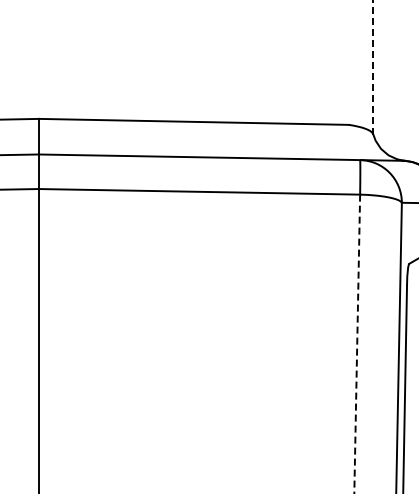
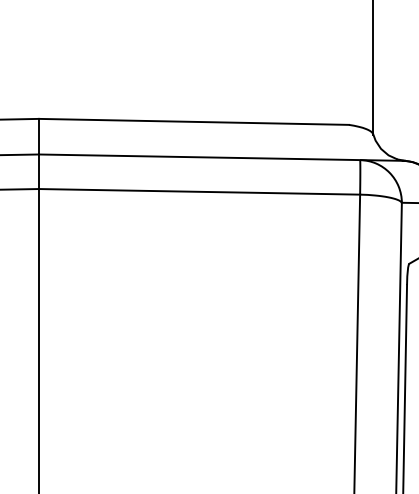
line at (373, 67): dashed -> solid
line at (357, 344): dashed -> solid
